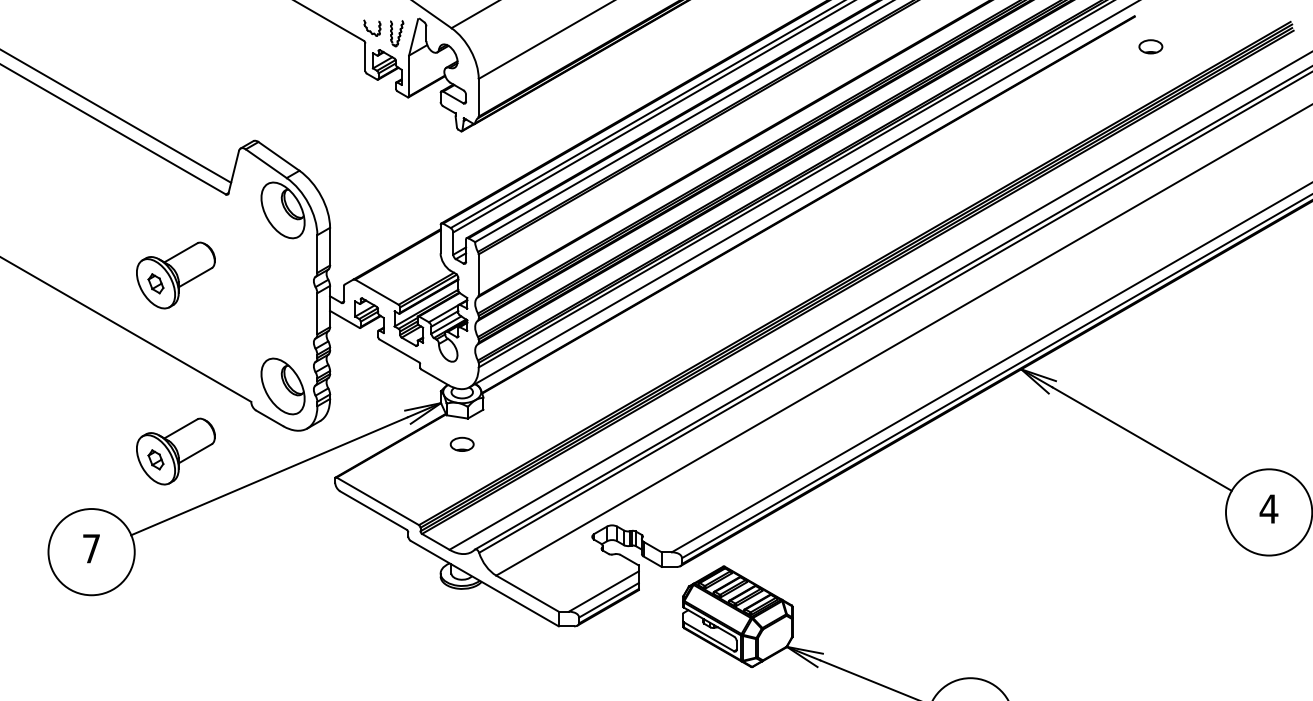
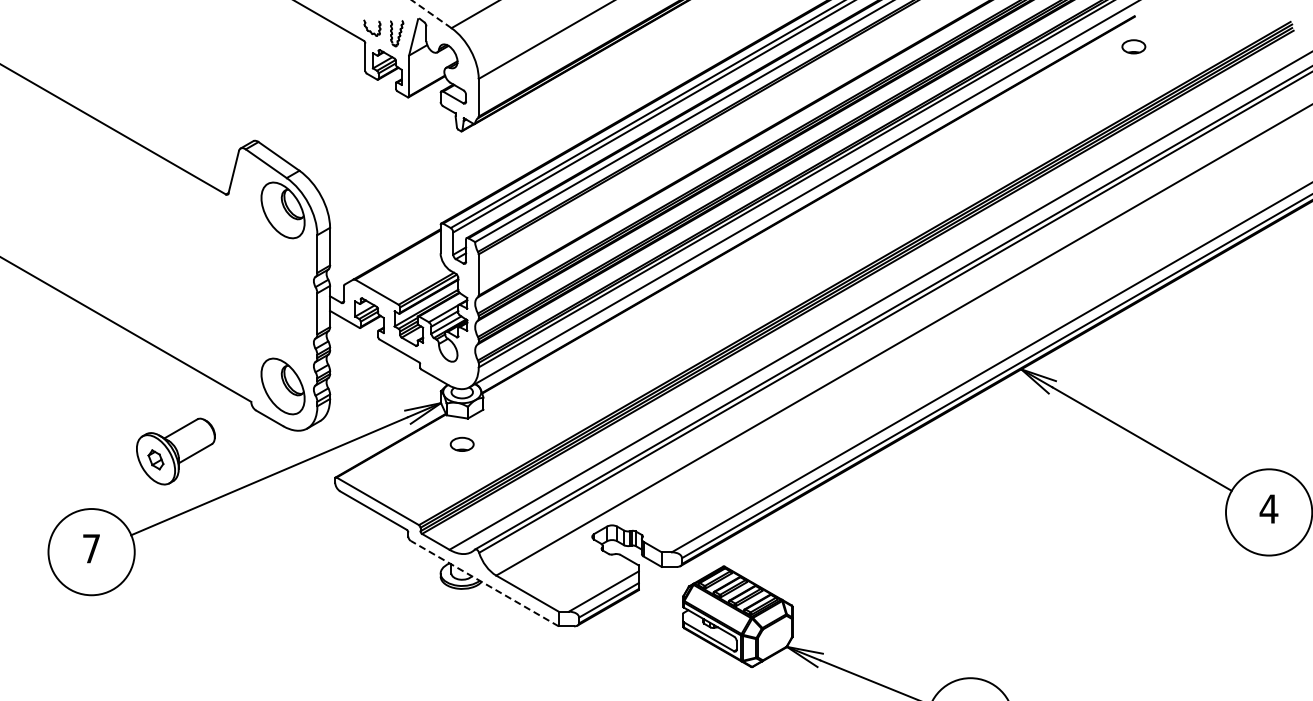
line at (431, 13): solid -> dashed
part at (1150, 46) position: (1150, 46) -> (1133, 46)
line at (116, 116): present -> none
part at (175, 275): present -> none
line at (484, 583): solid -> dashed
